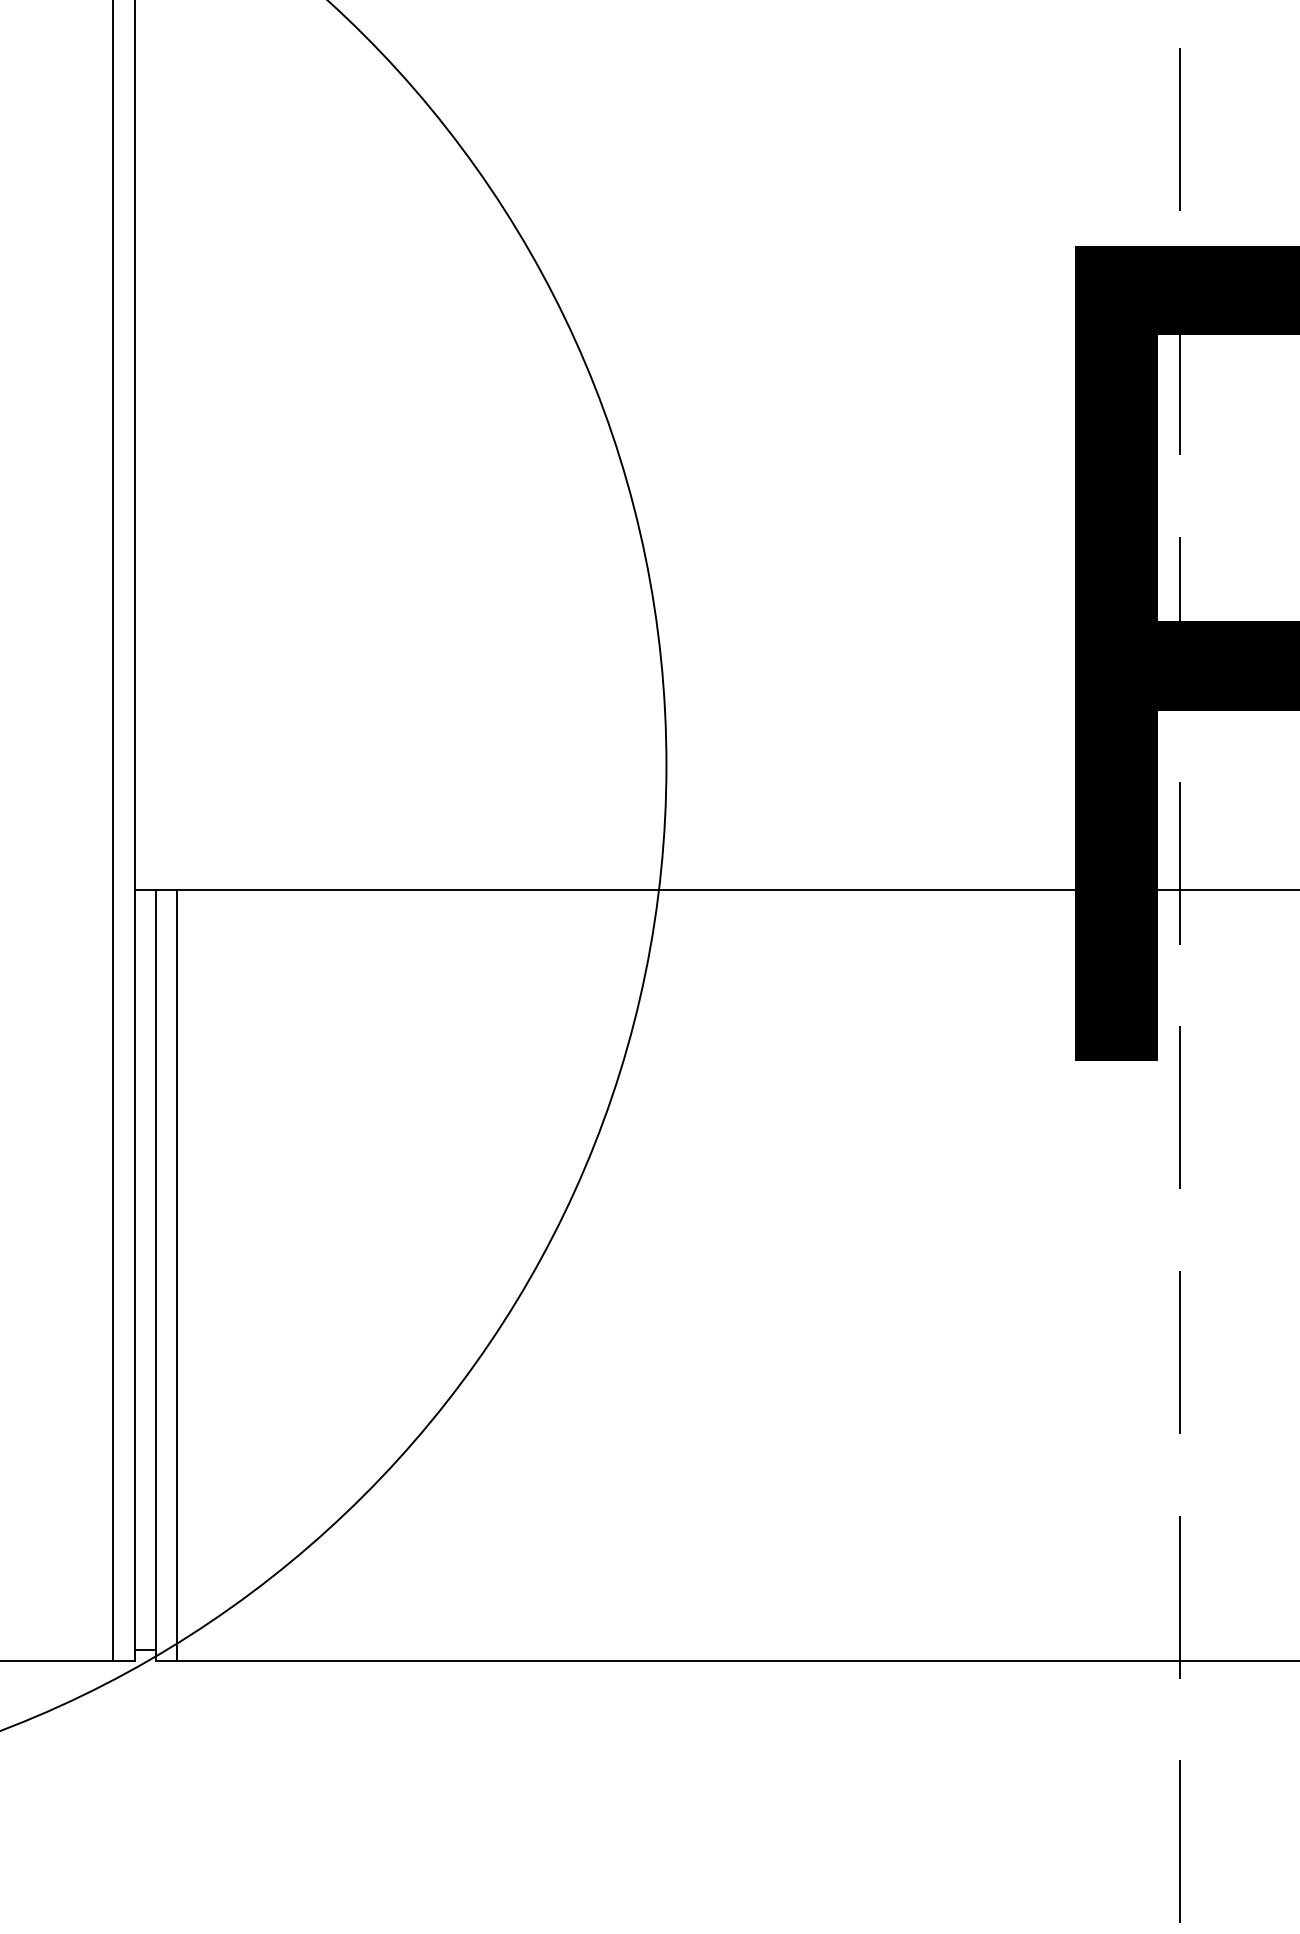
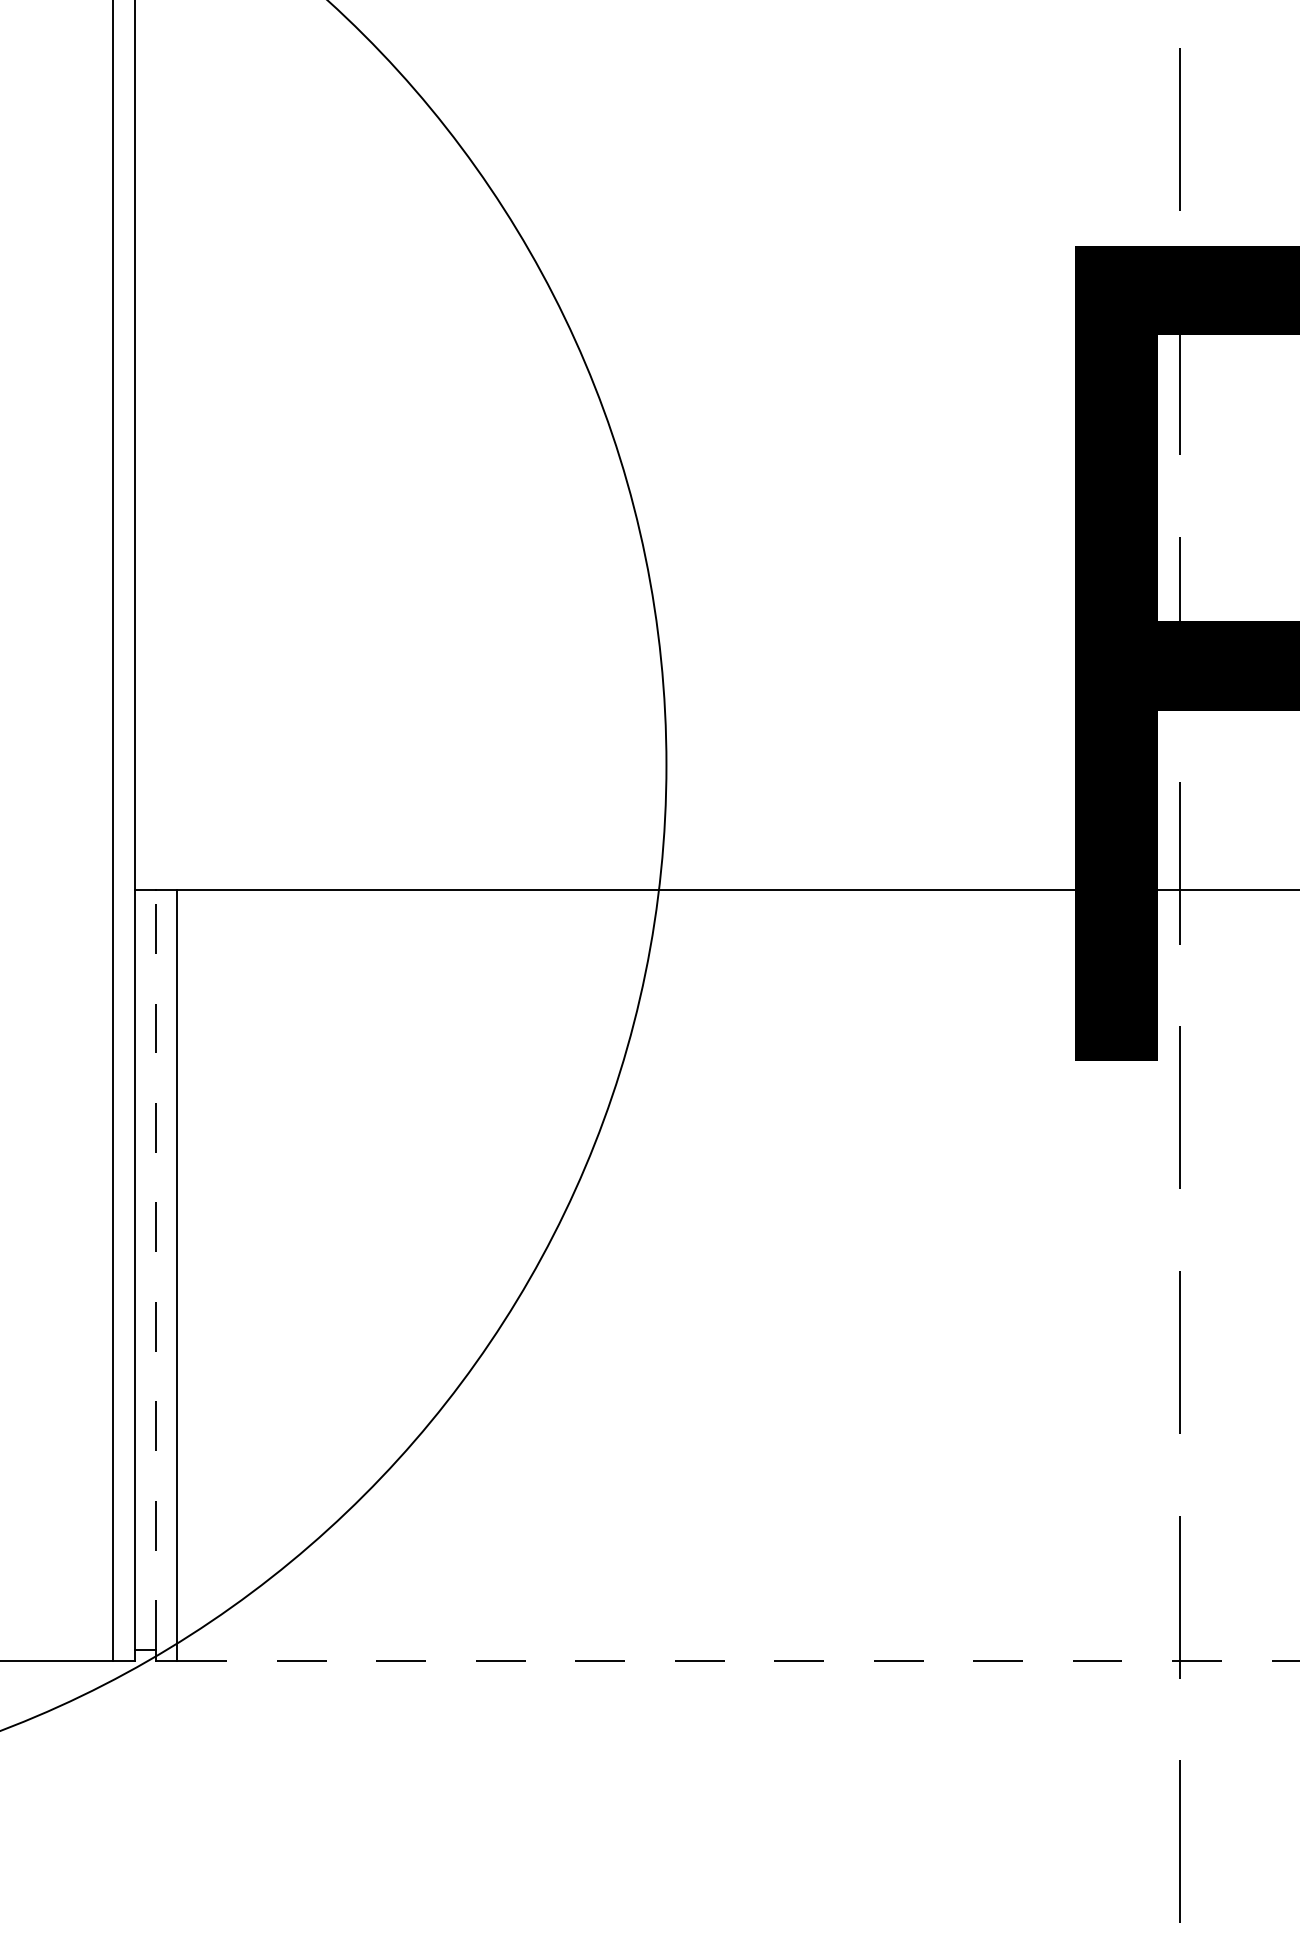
line at (155, 1270): solid -> dashed
line at (738, 1660): solid -> dashed
